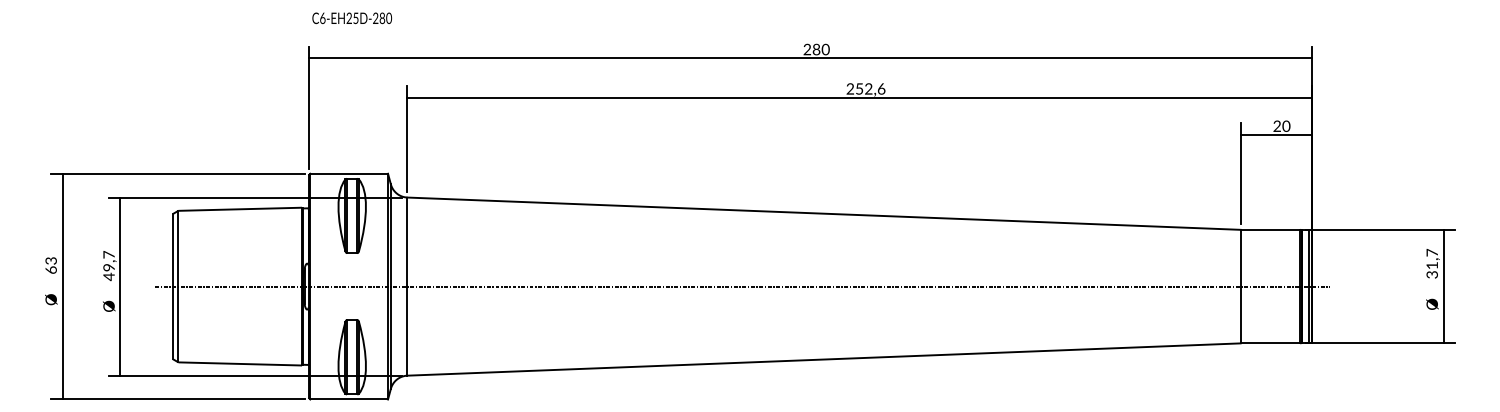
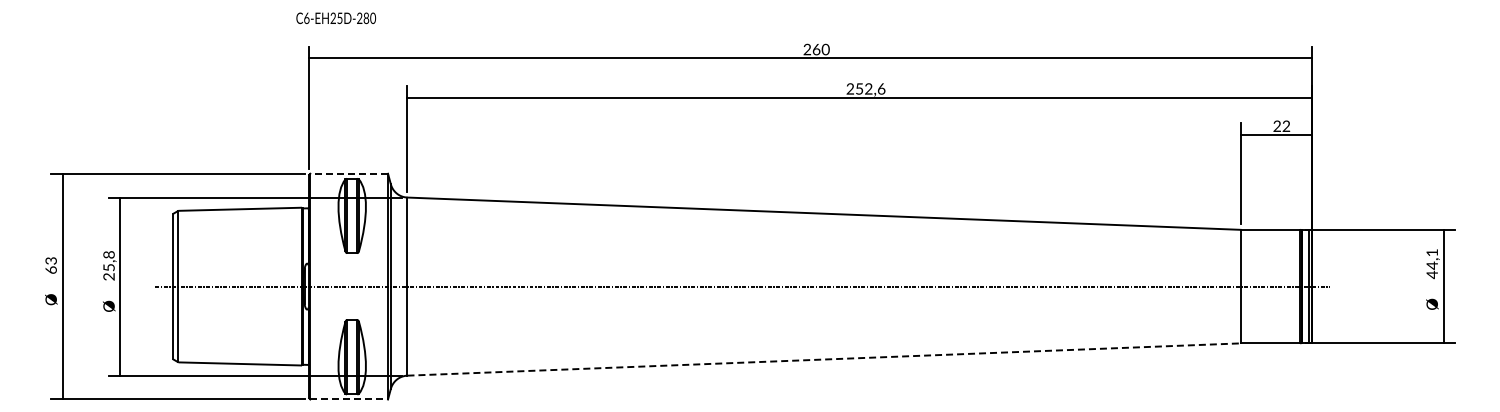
text at (351, 18) position: (351, 18) -> (335, 18)
text at (816, 48): 280 -> 260
text at (1286, 127): 20 -> 22
line at (349, 173): solid -> dashed
text at (1431, 264): 31,7 -> 44,1
text at (108, 266): 49,7 -> 25,8
line at (824, 359): solid -> dashed
line at (349, 399): solid -> dashed
